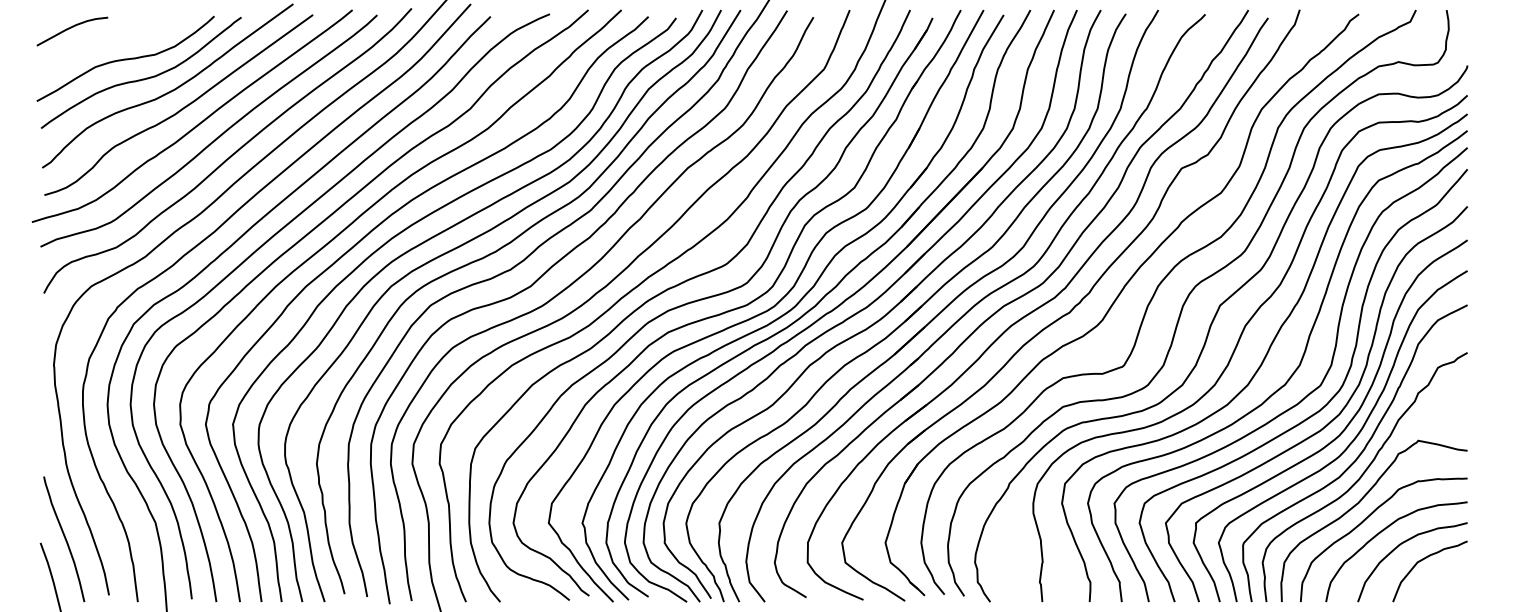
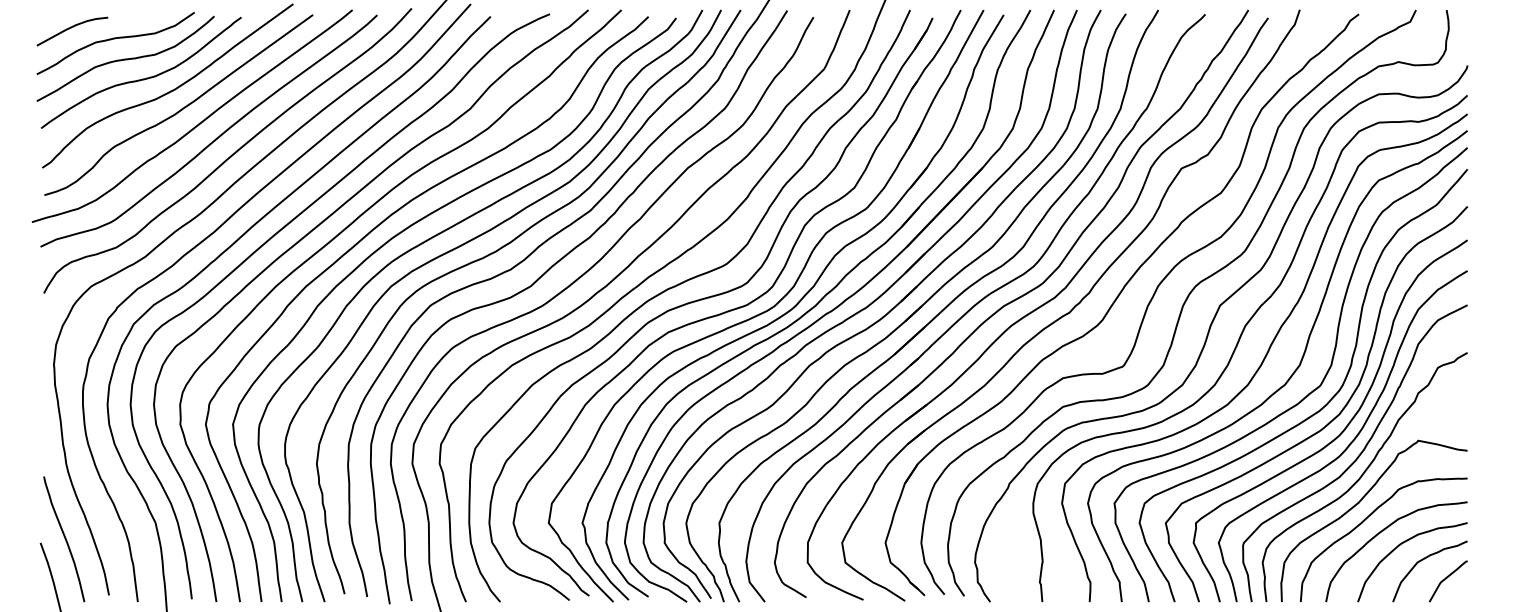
curve at (115, 39): none -> present
curve at (1446, 579): none -> present
